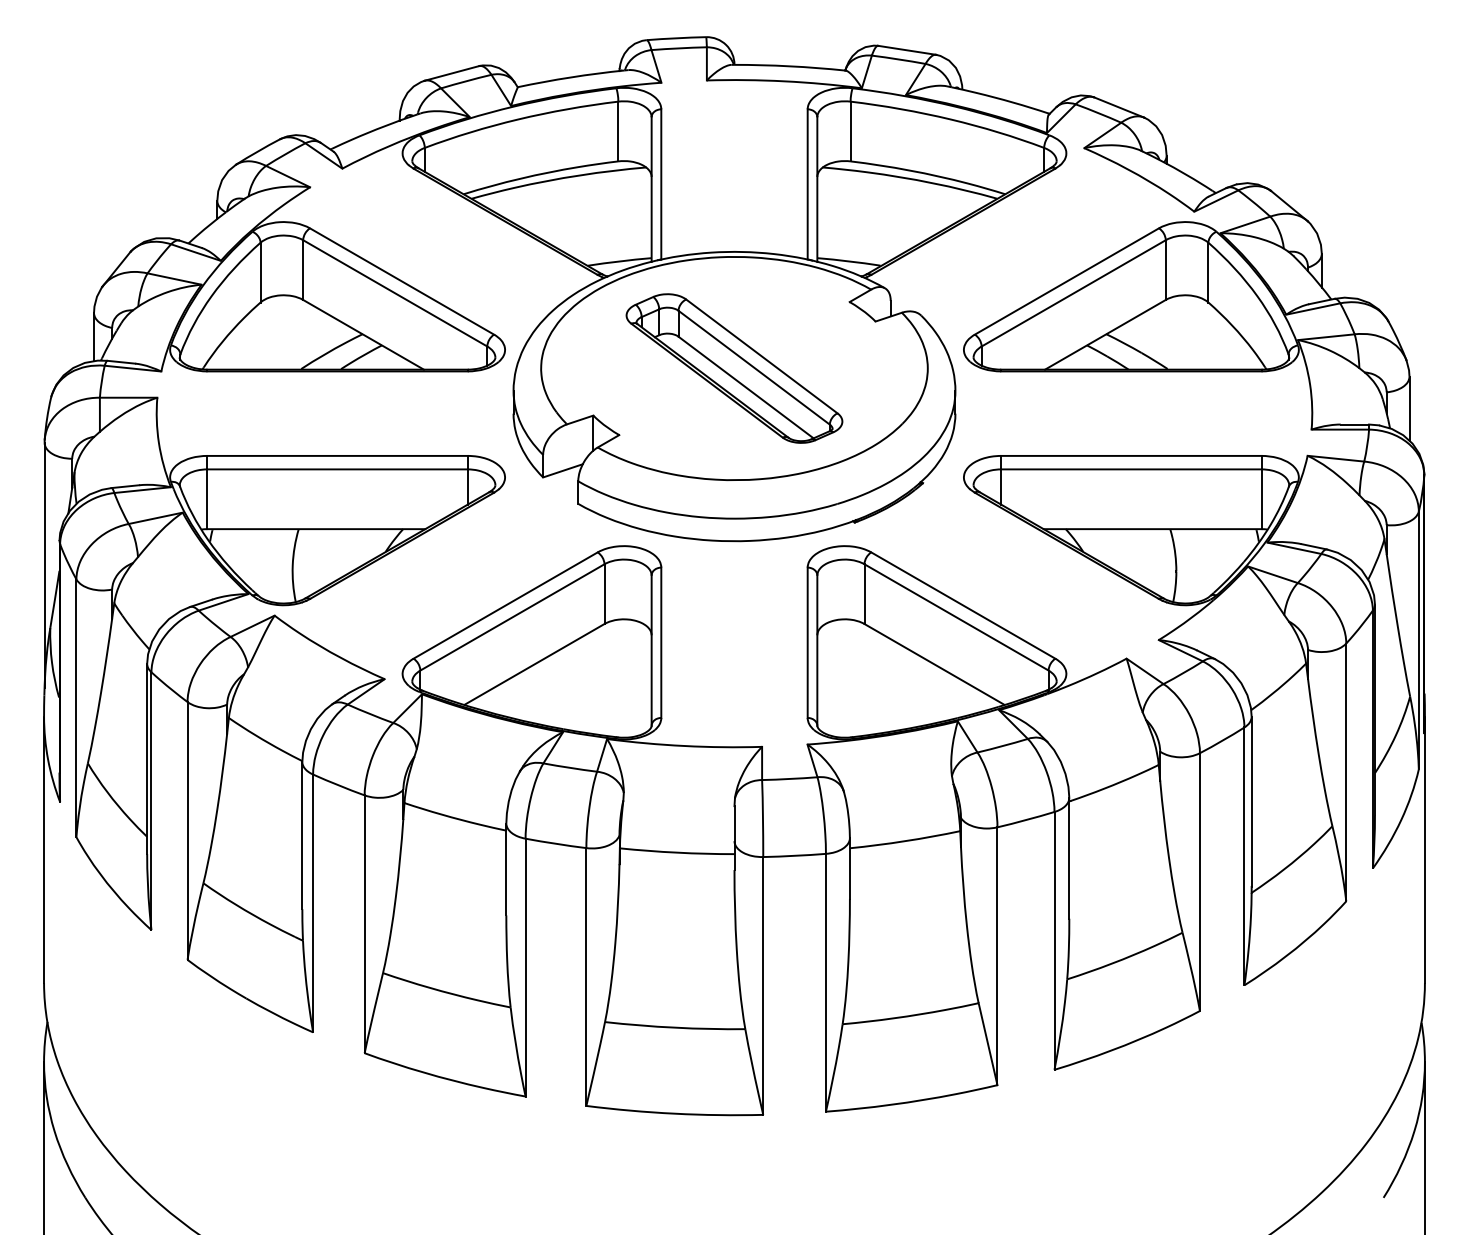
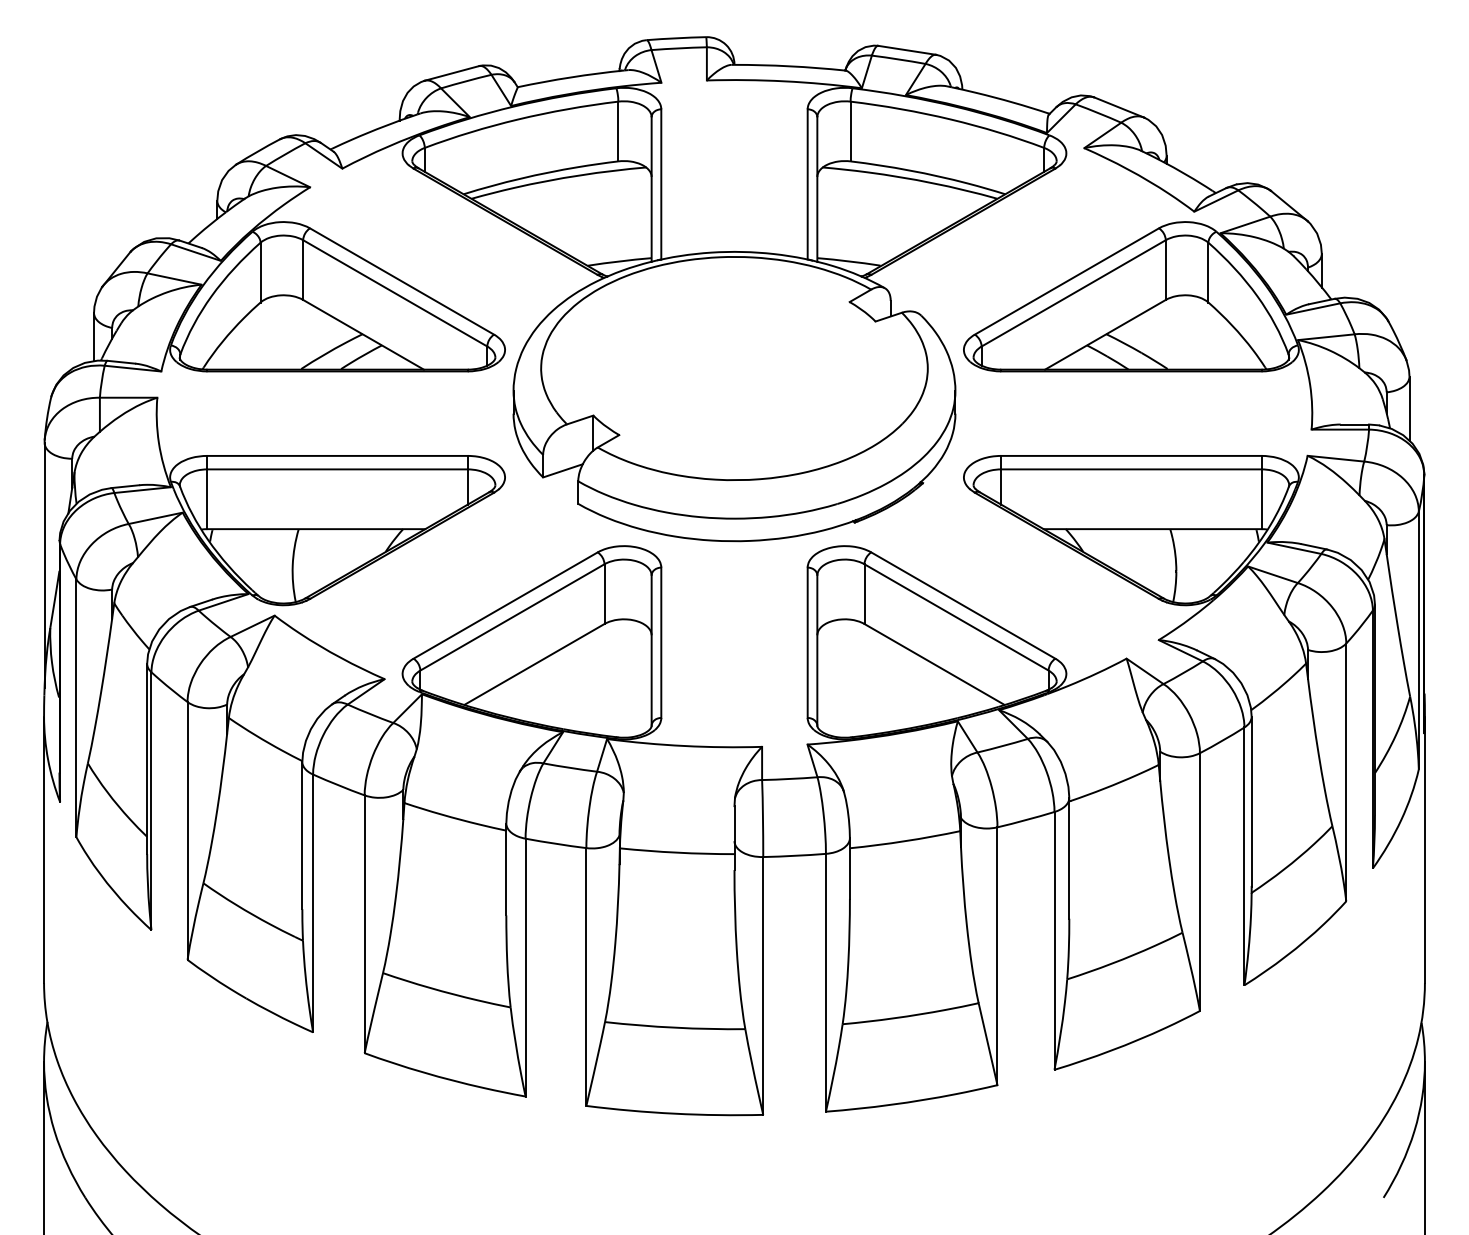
part at (734, 368): present -> none
